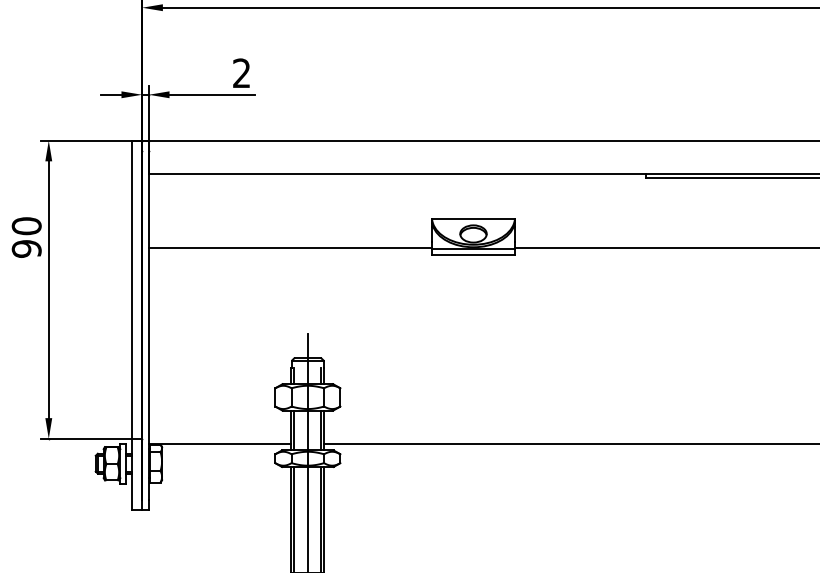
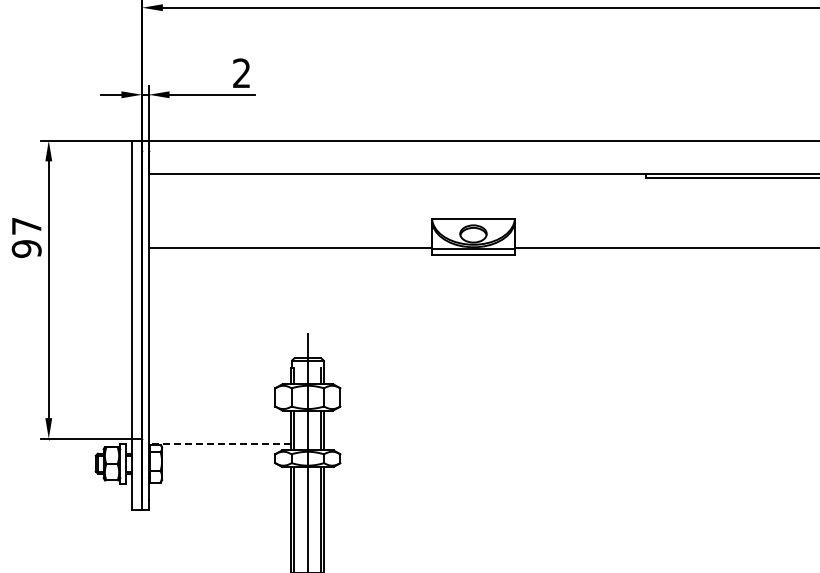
text at (26, 226): 90 -> 97
line at (219, 443): solid -> dashed
line at (570, 443): present -> none
